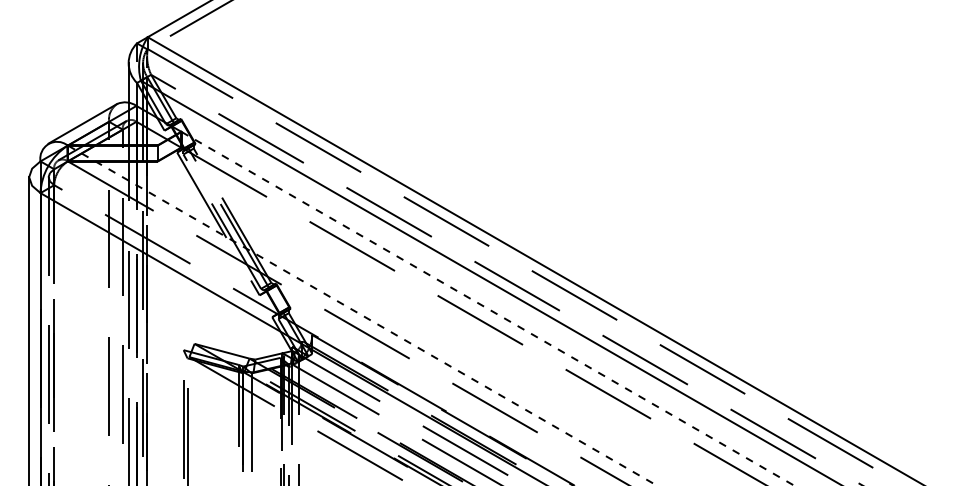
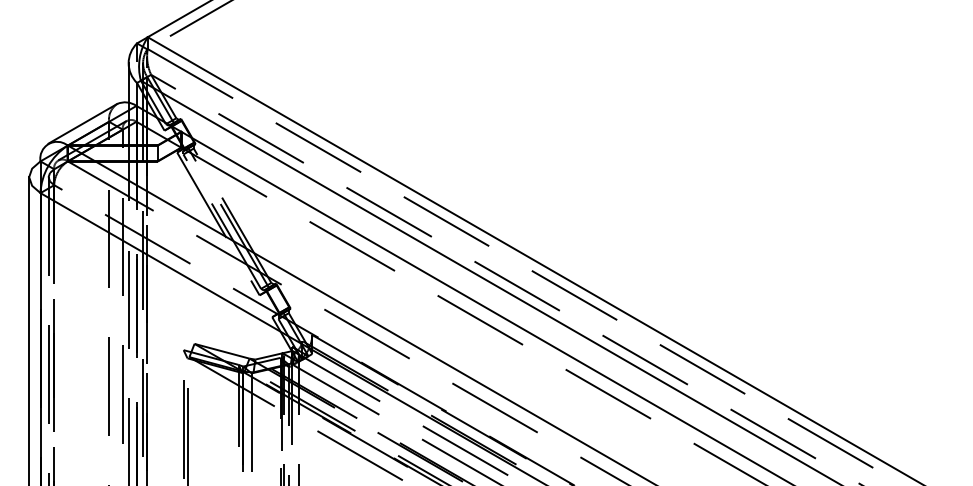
line at (488, 308): dashed -> solid
line at (362, 315): dashed -> solid
